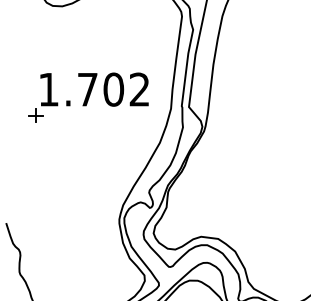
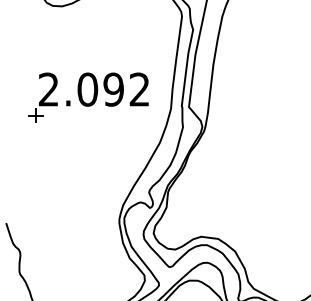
text at (81, 89): 1.702 -> 2.092
